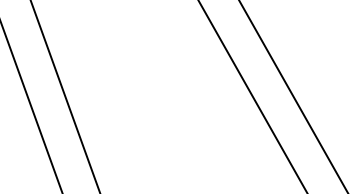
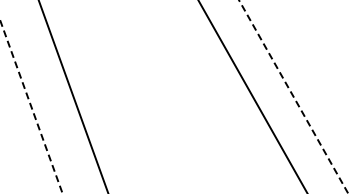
line at (65, 96) position: (65, 96) -> (73, 96)
line at (293, 96): solid -> dashed
line at (31, 107): solid -> dashed
